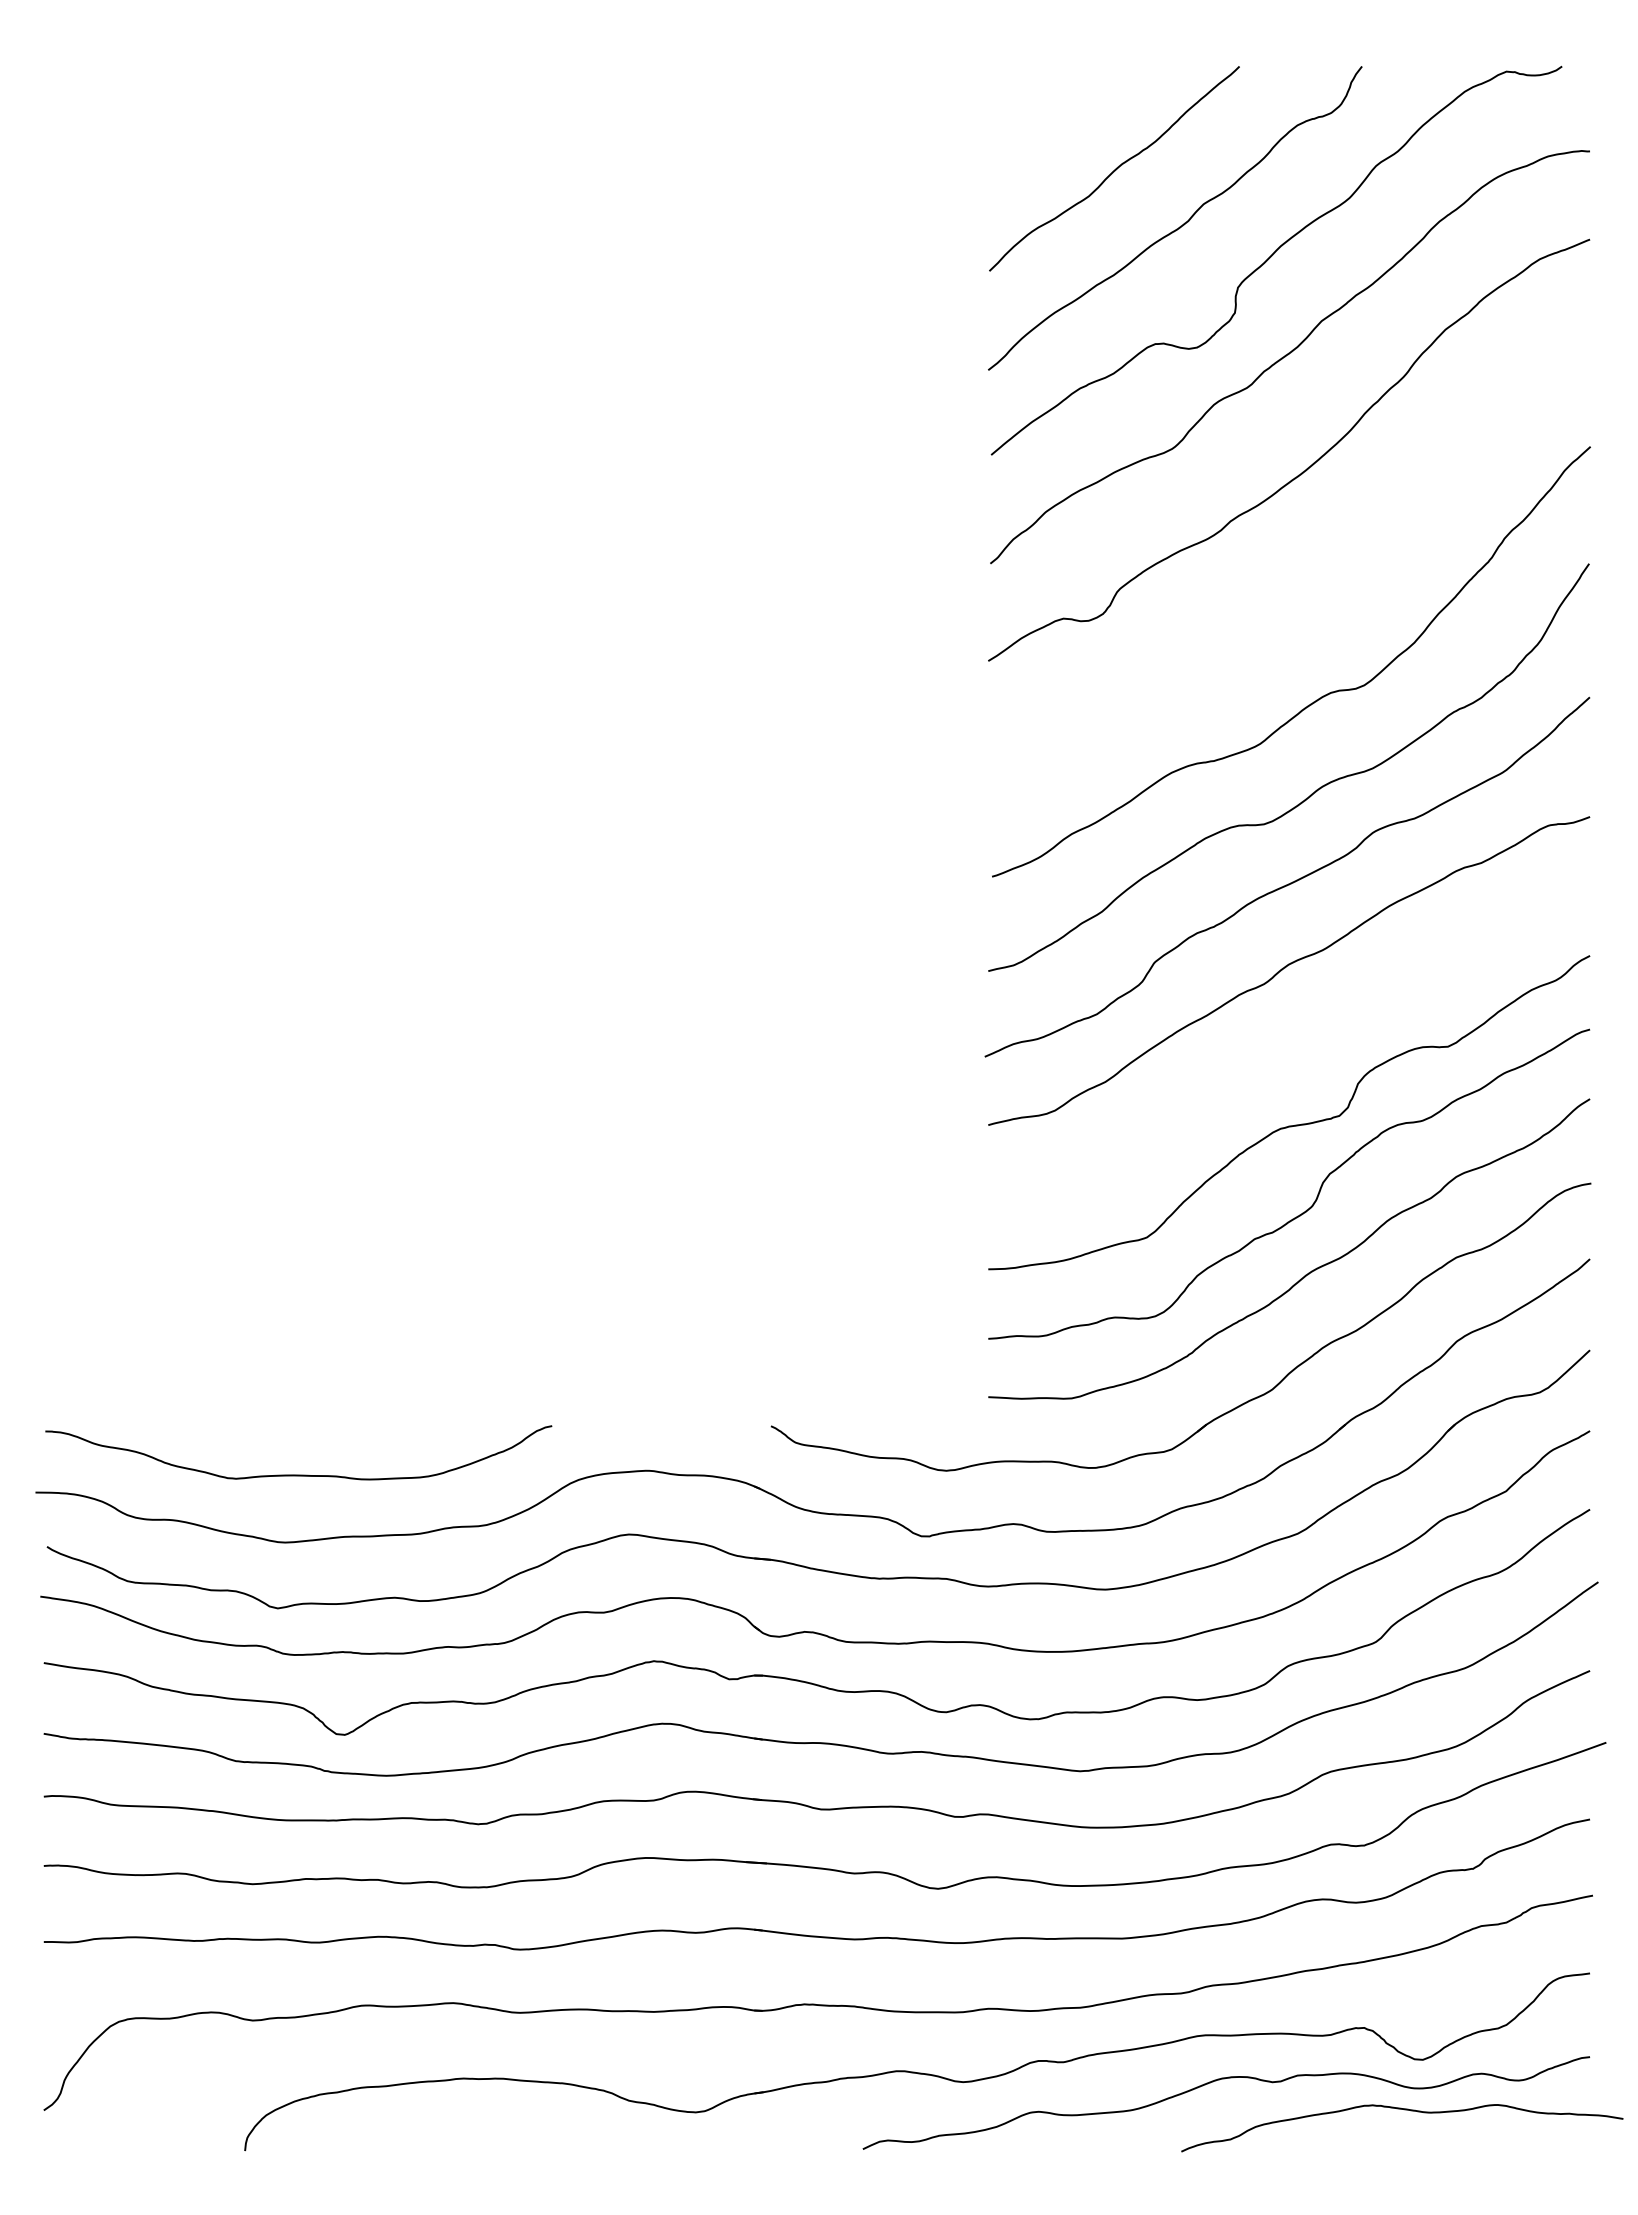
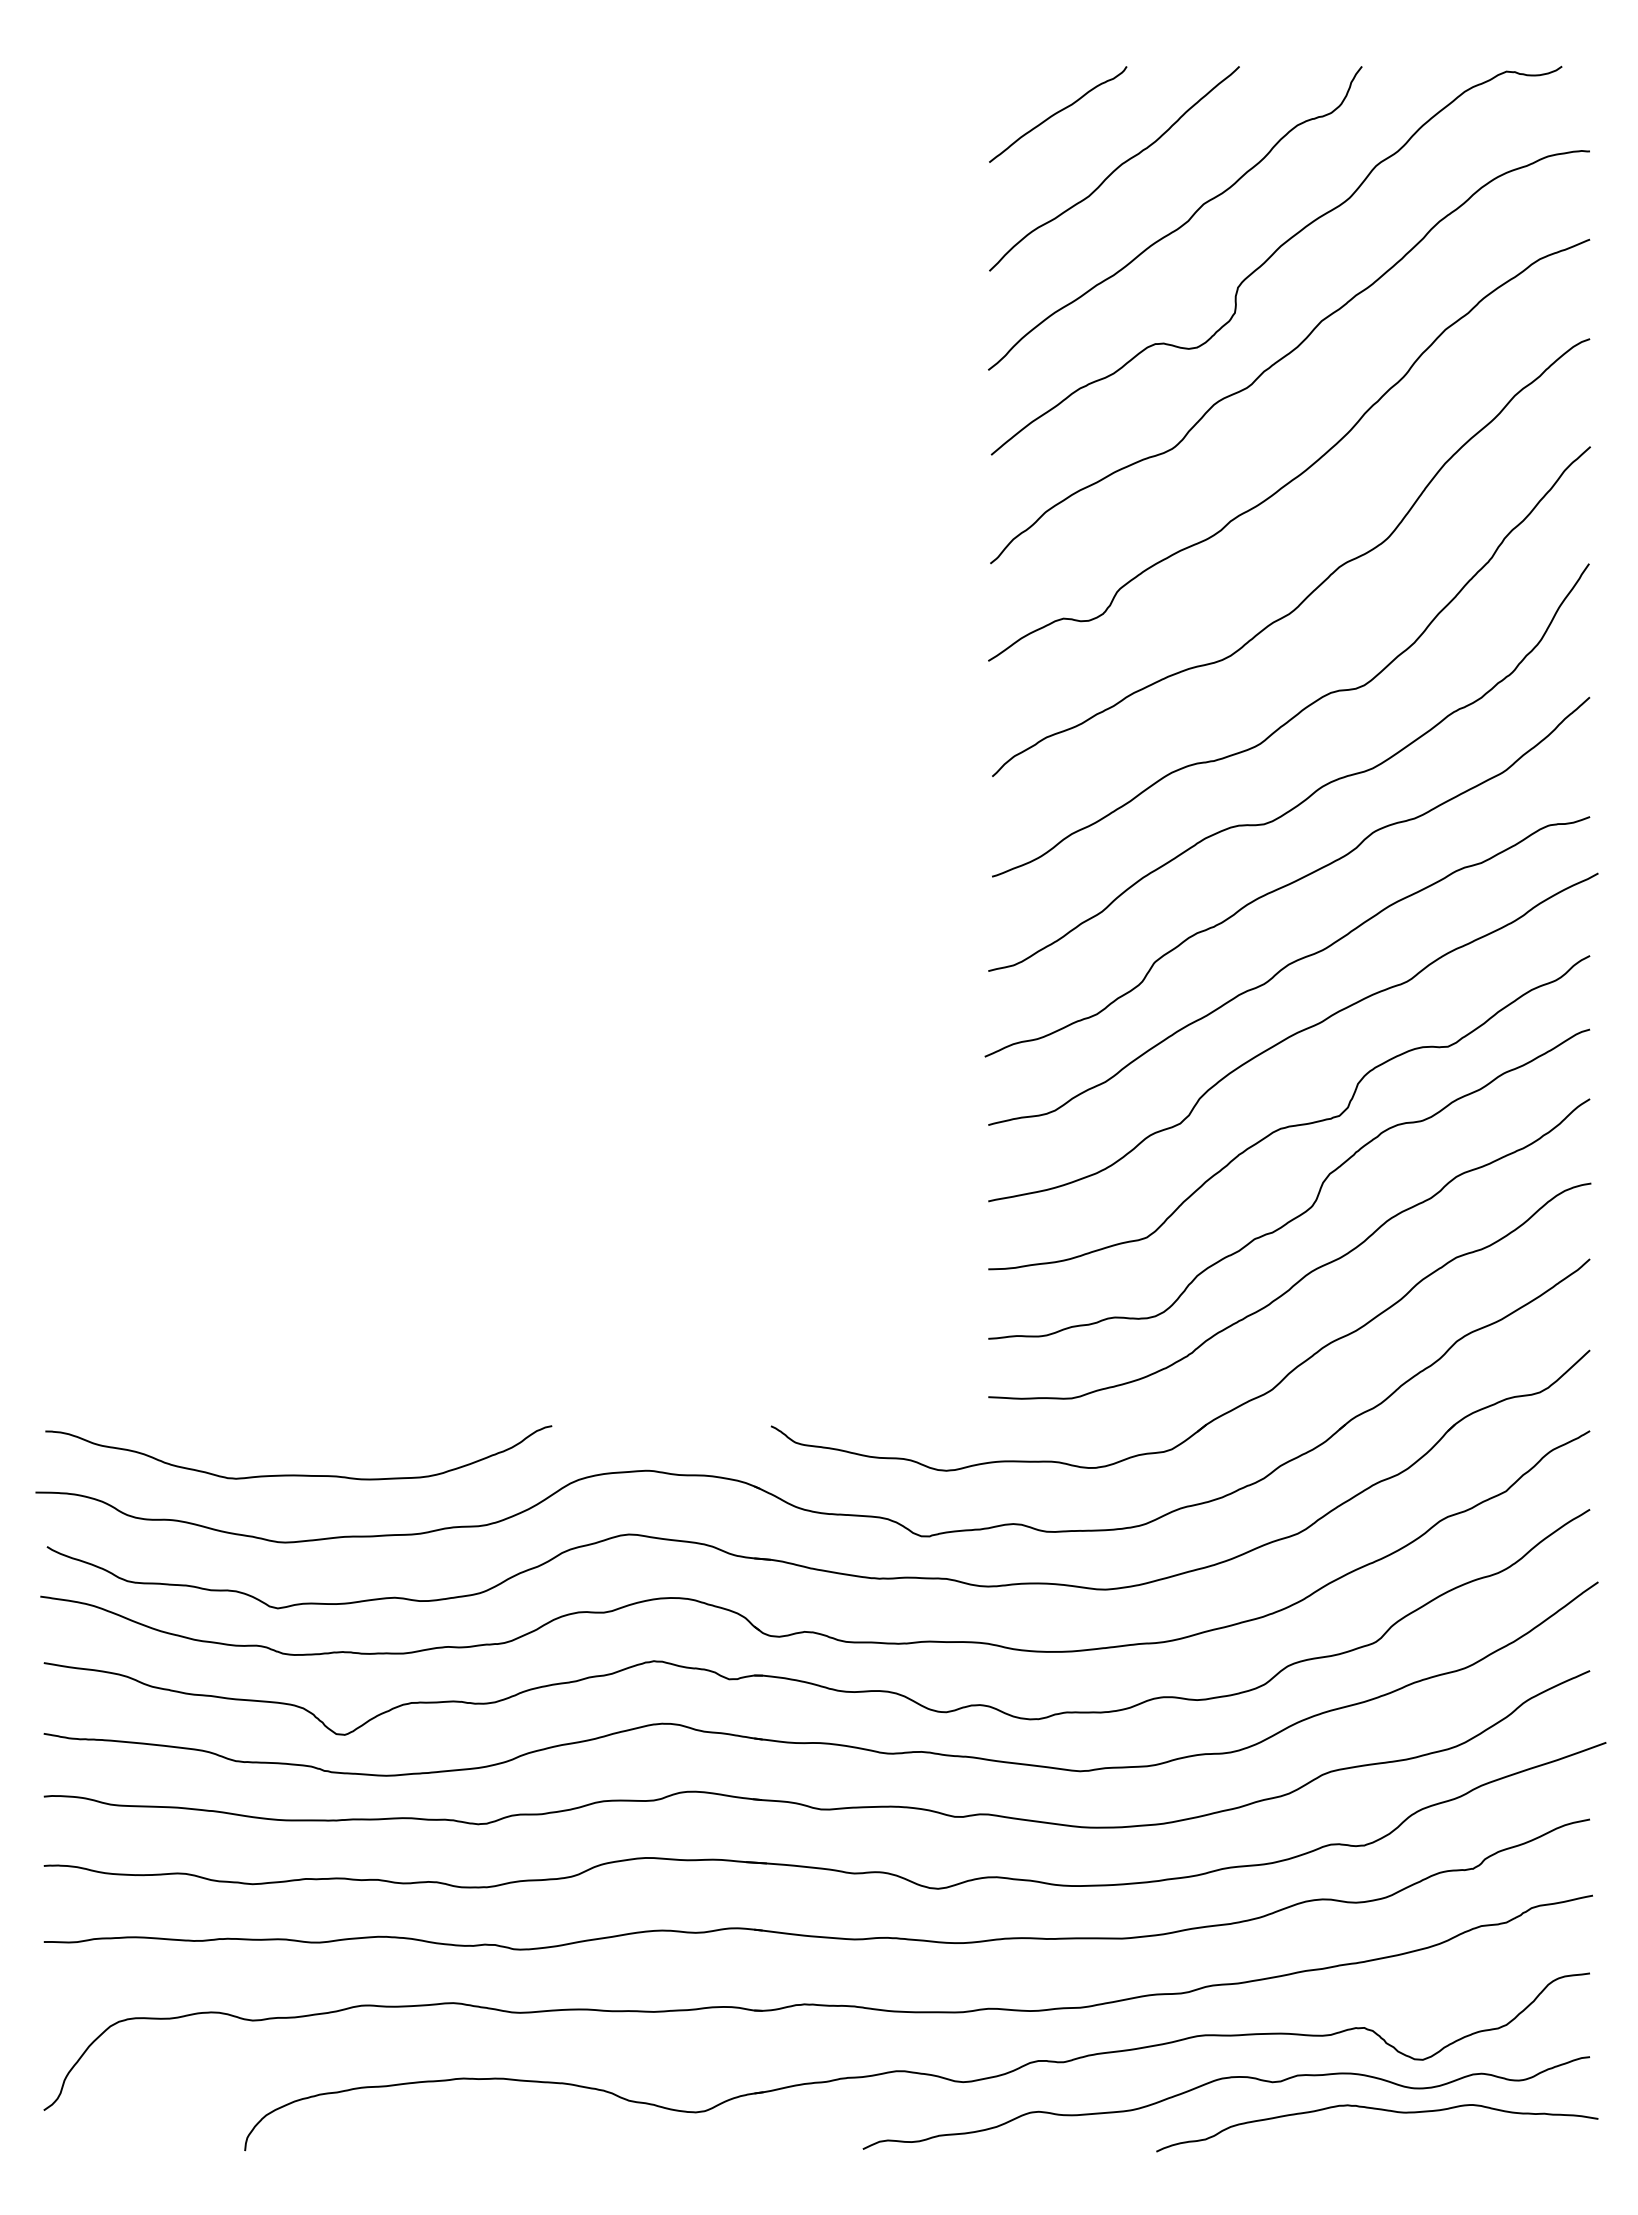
curve at (1058, 113): none -> present
curve at (1313, 589): none -> present
curve at (1292, 1036): none -> present
curve at (1404, 2110) position: (1404, 2110) -> (1379, 2110)
